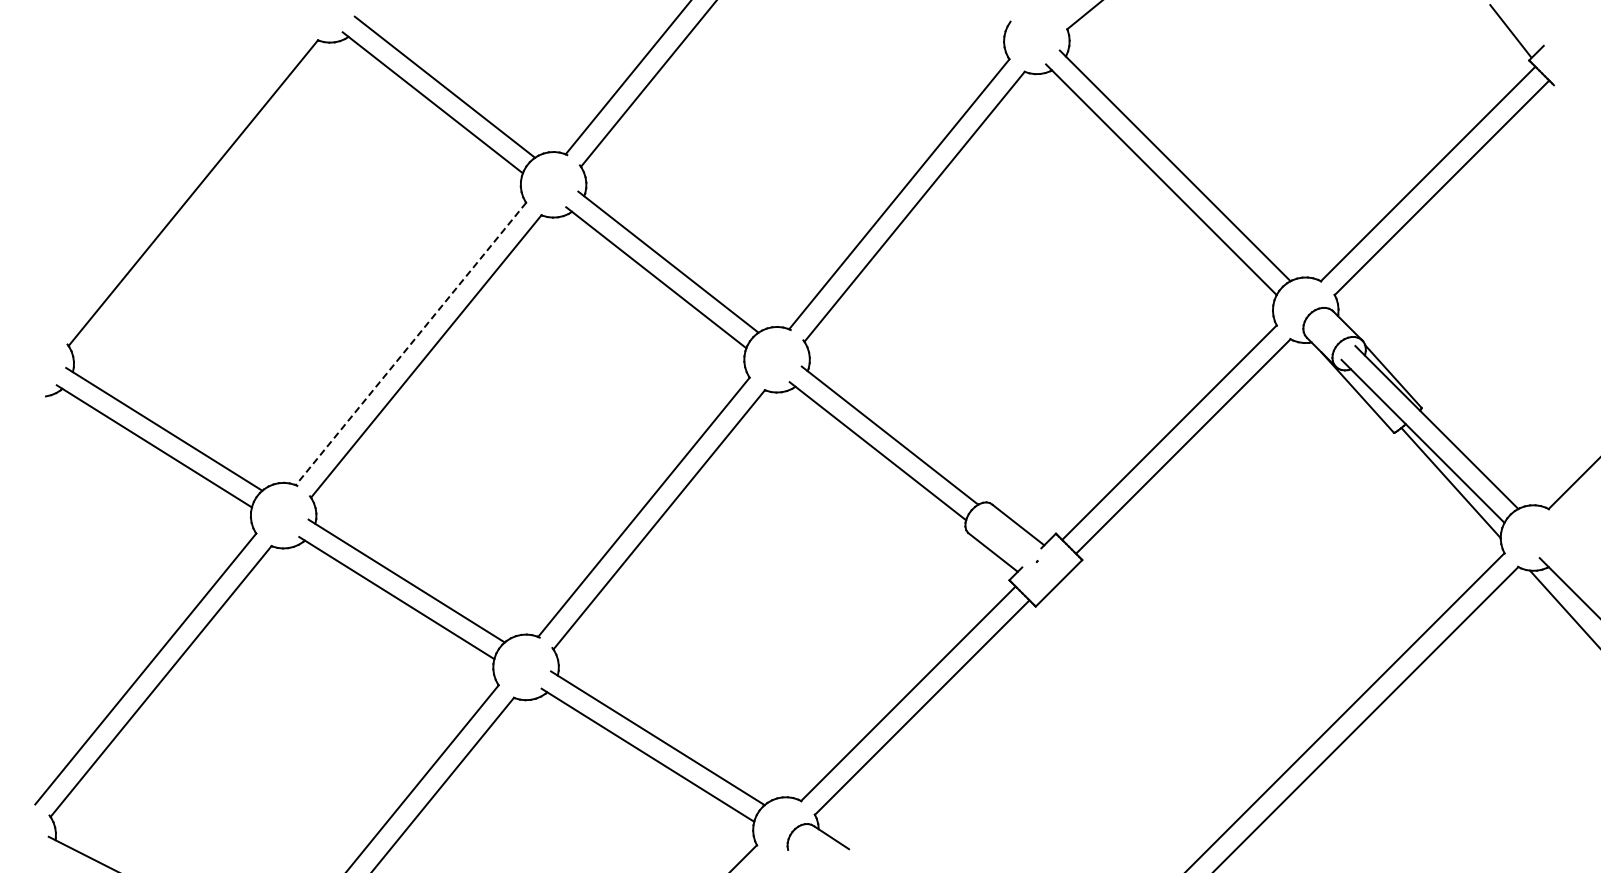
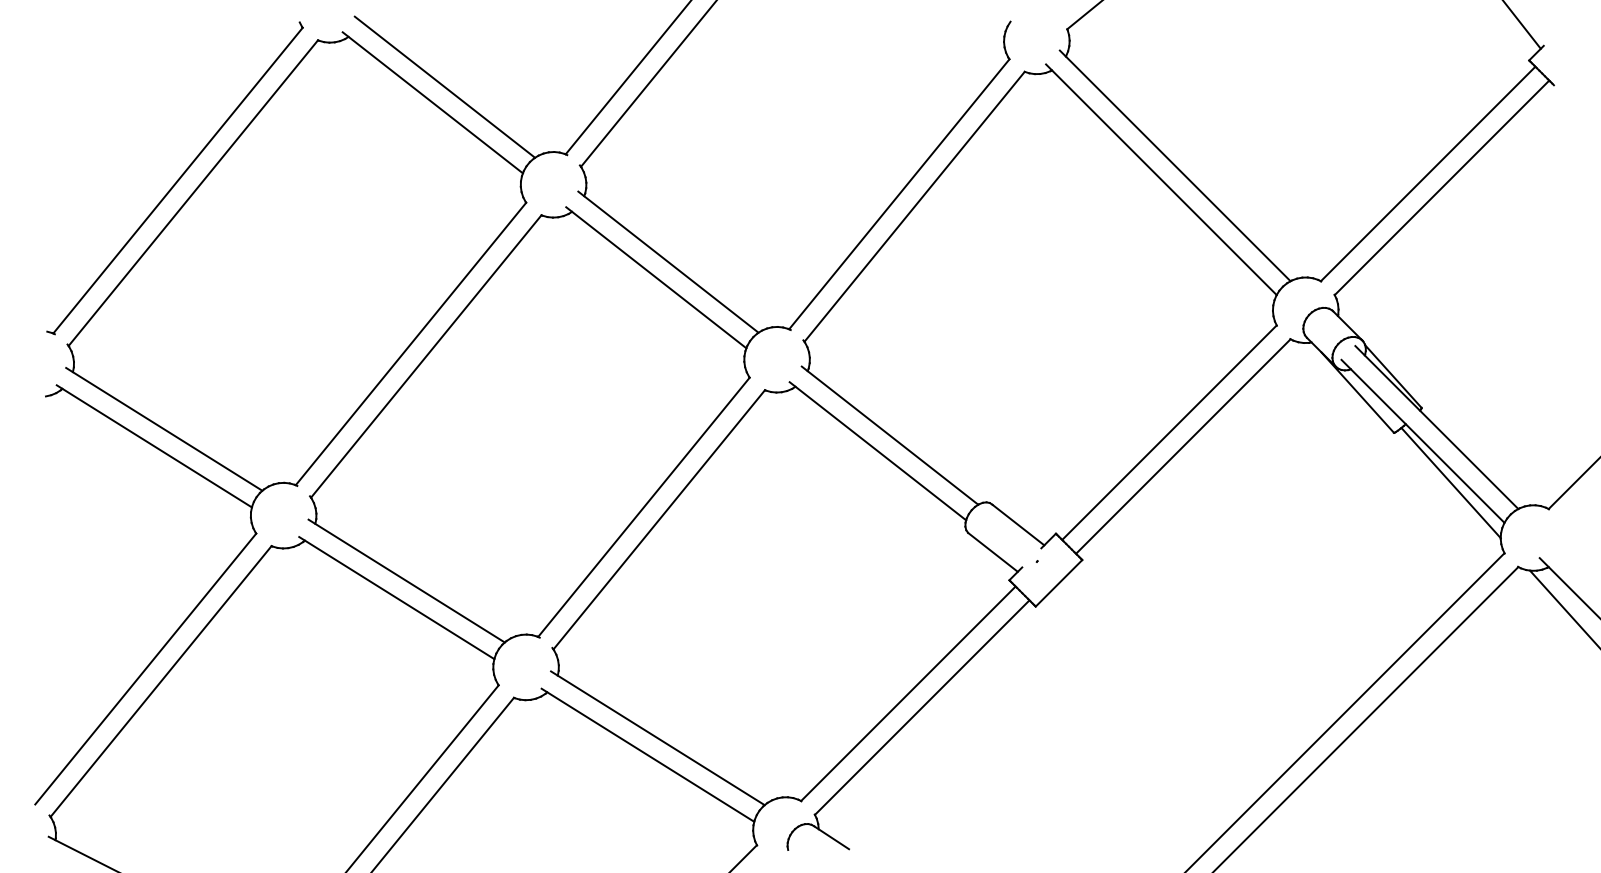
line at (1510, 30) position: (1510, 30) -> (1522, 25)
part at (174, 178): none -> present
line at (410, 344): dashed -> solid
